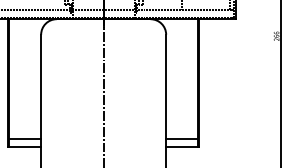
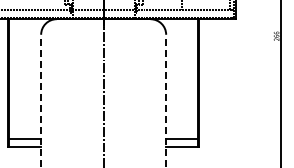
line at (41, 100): solid -> dashed
line at (166, 100): solid -> dashed
